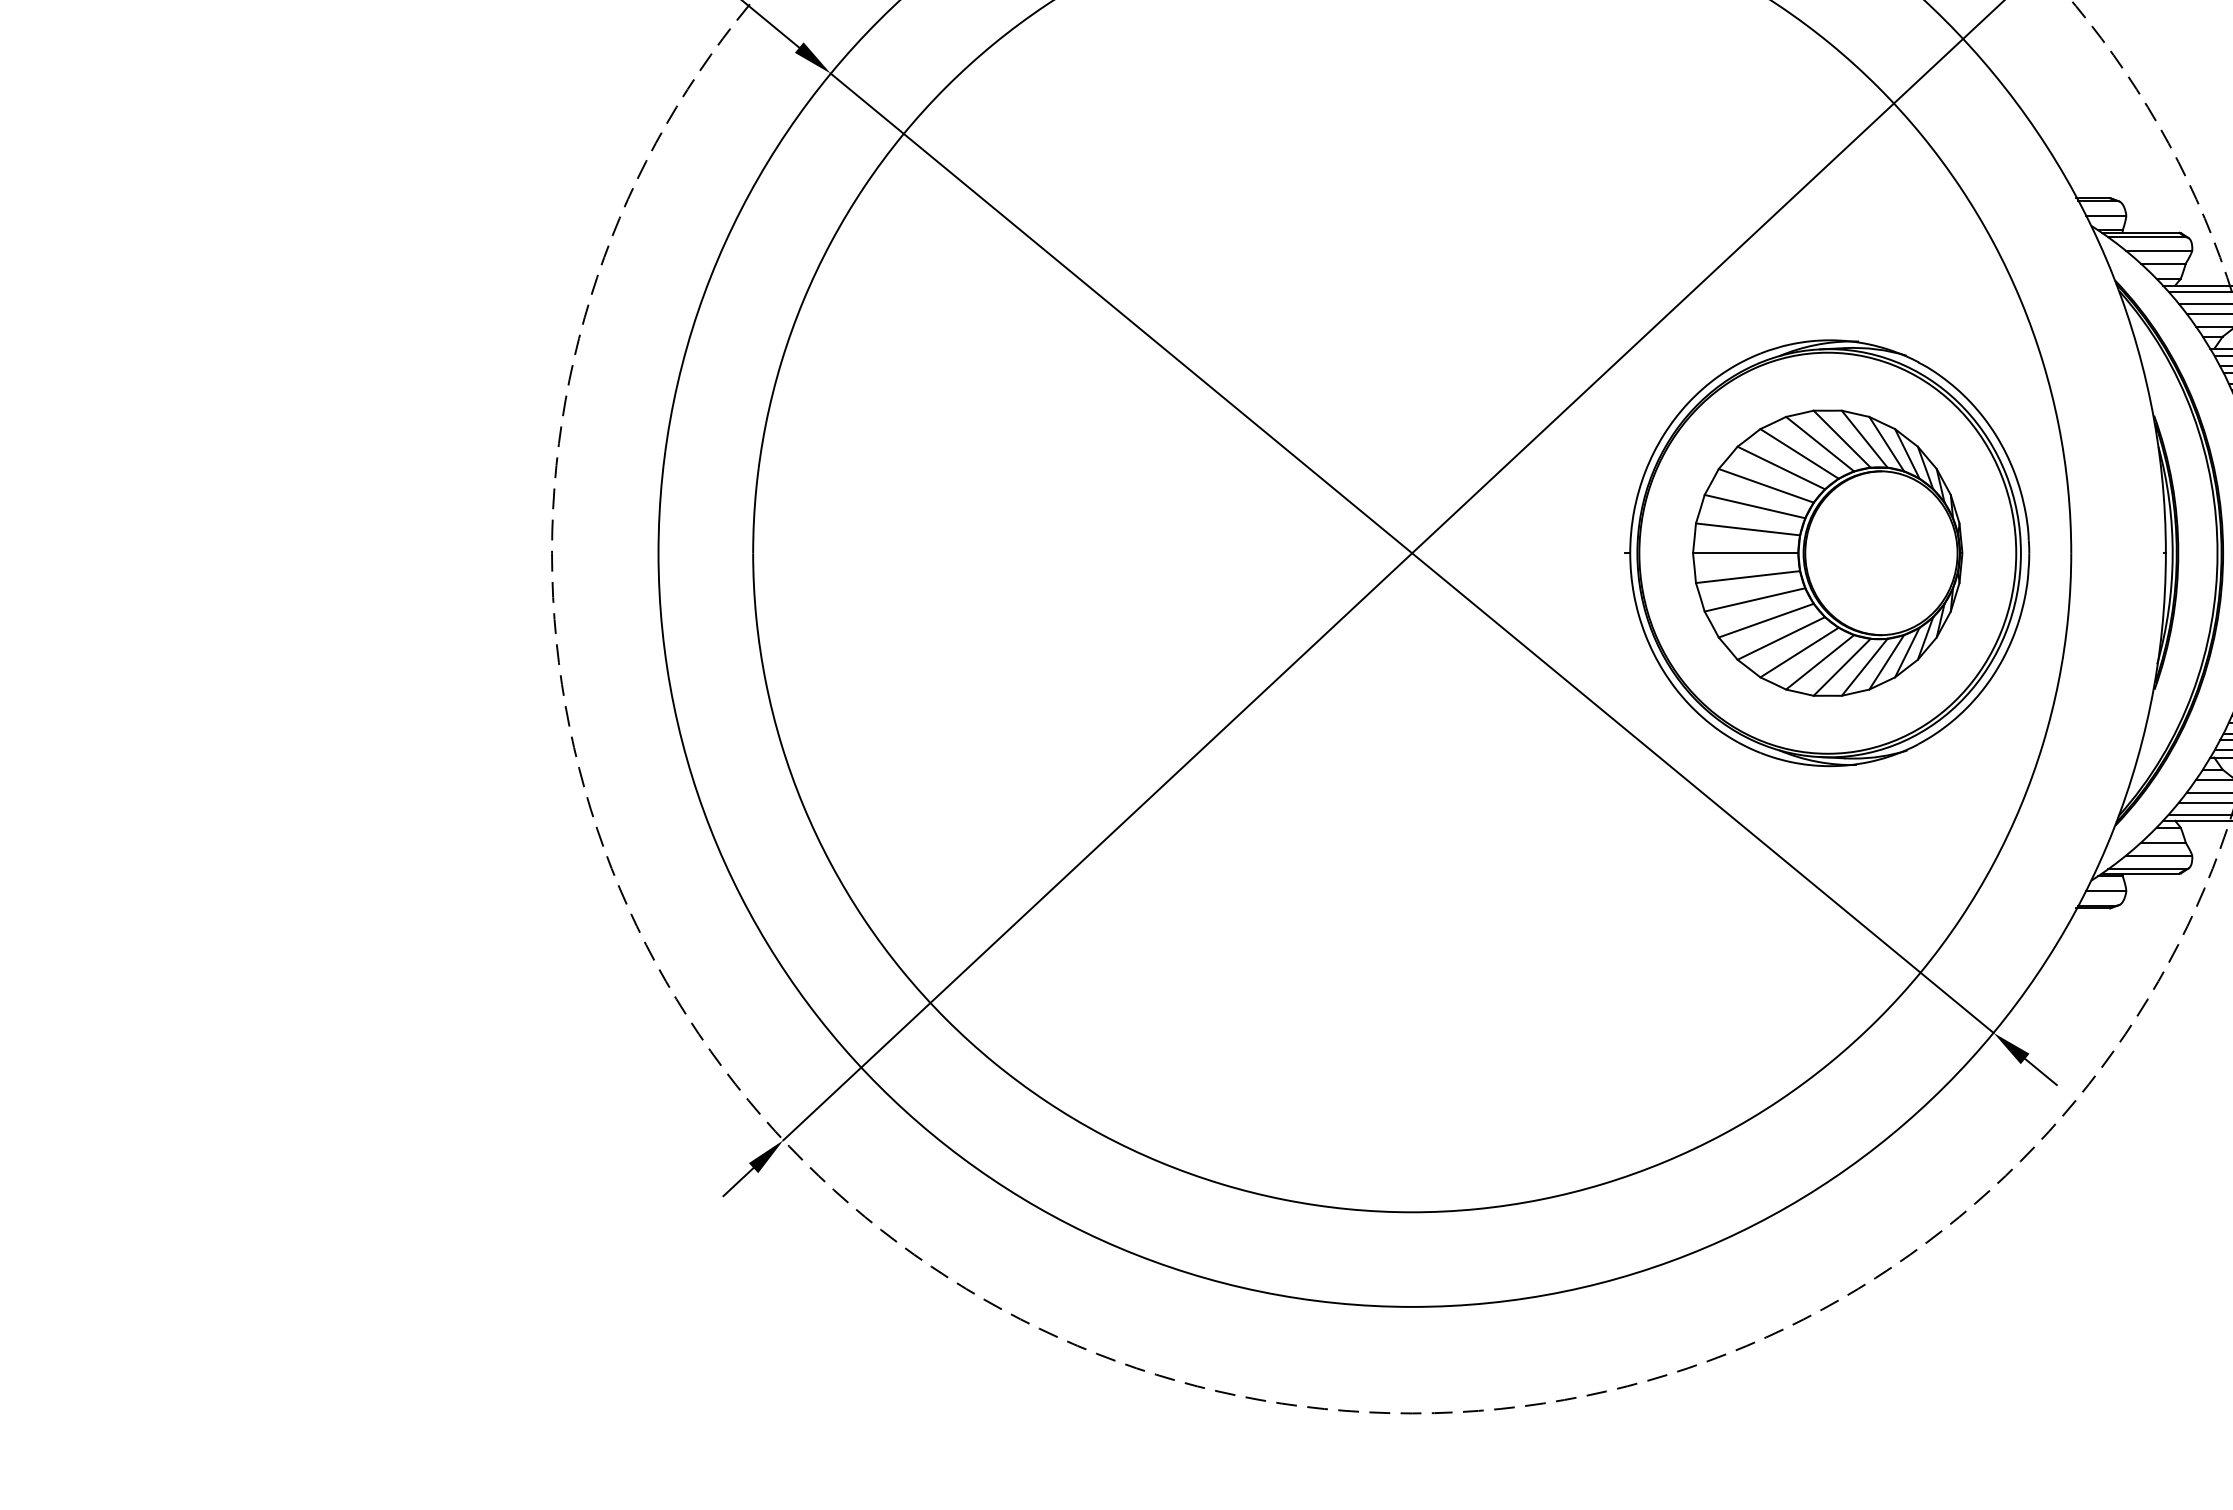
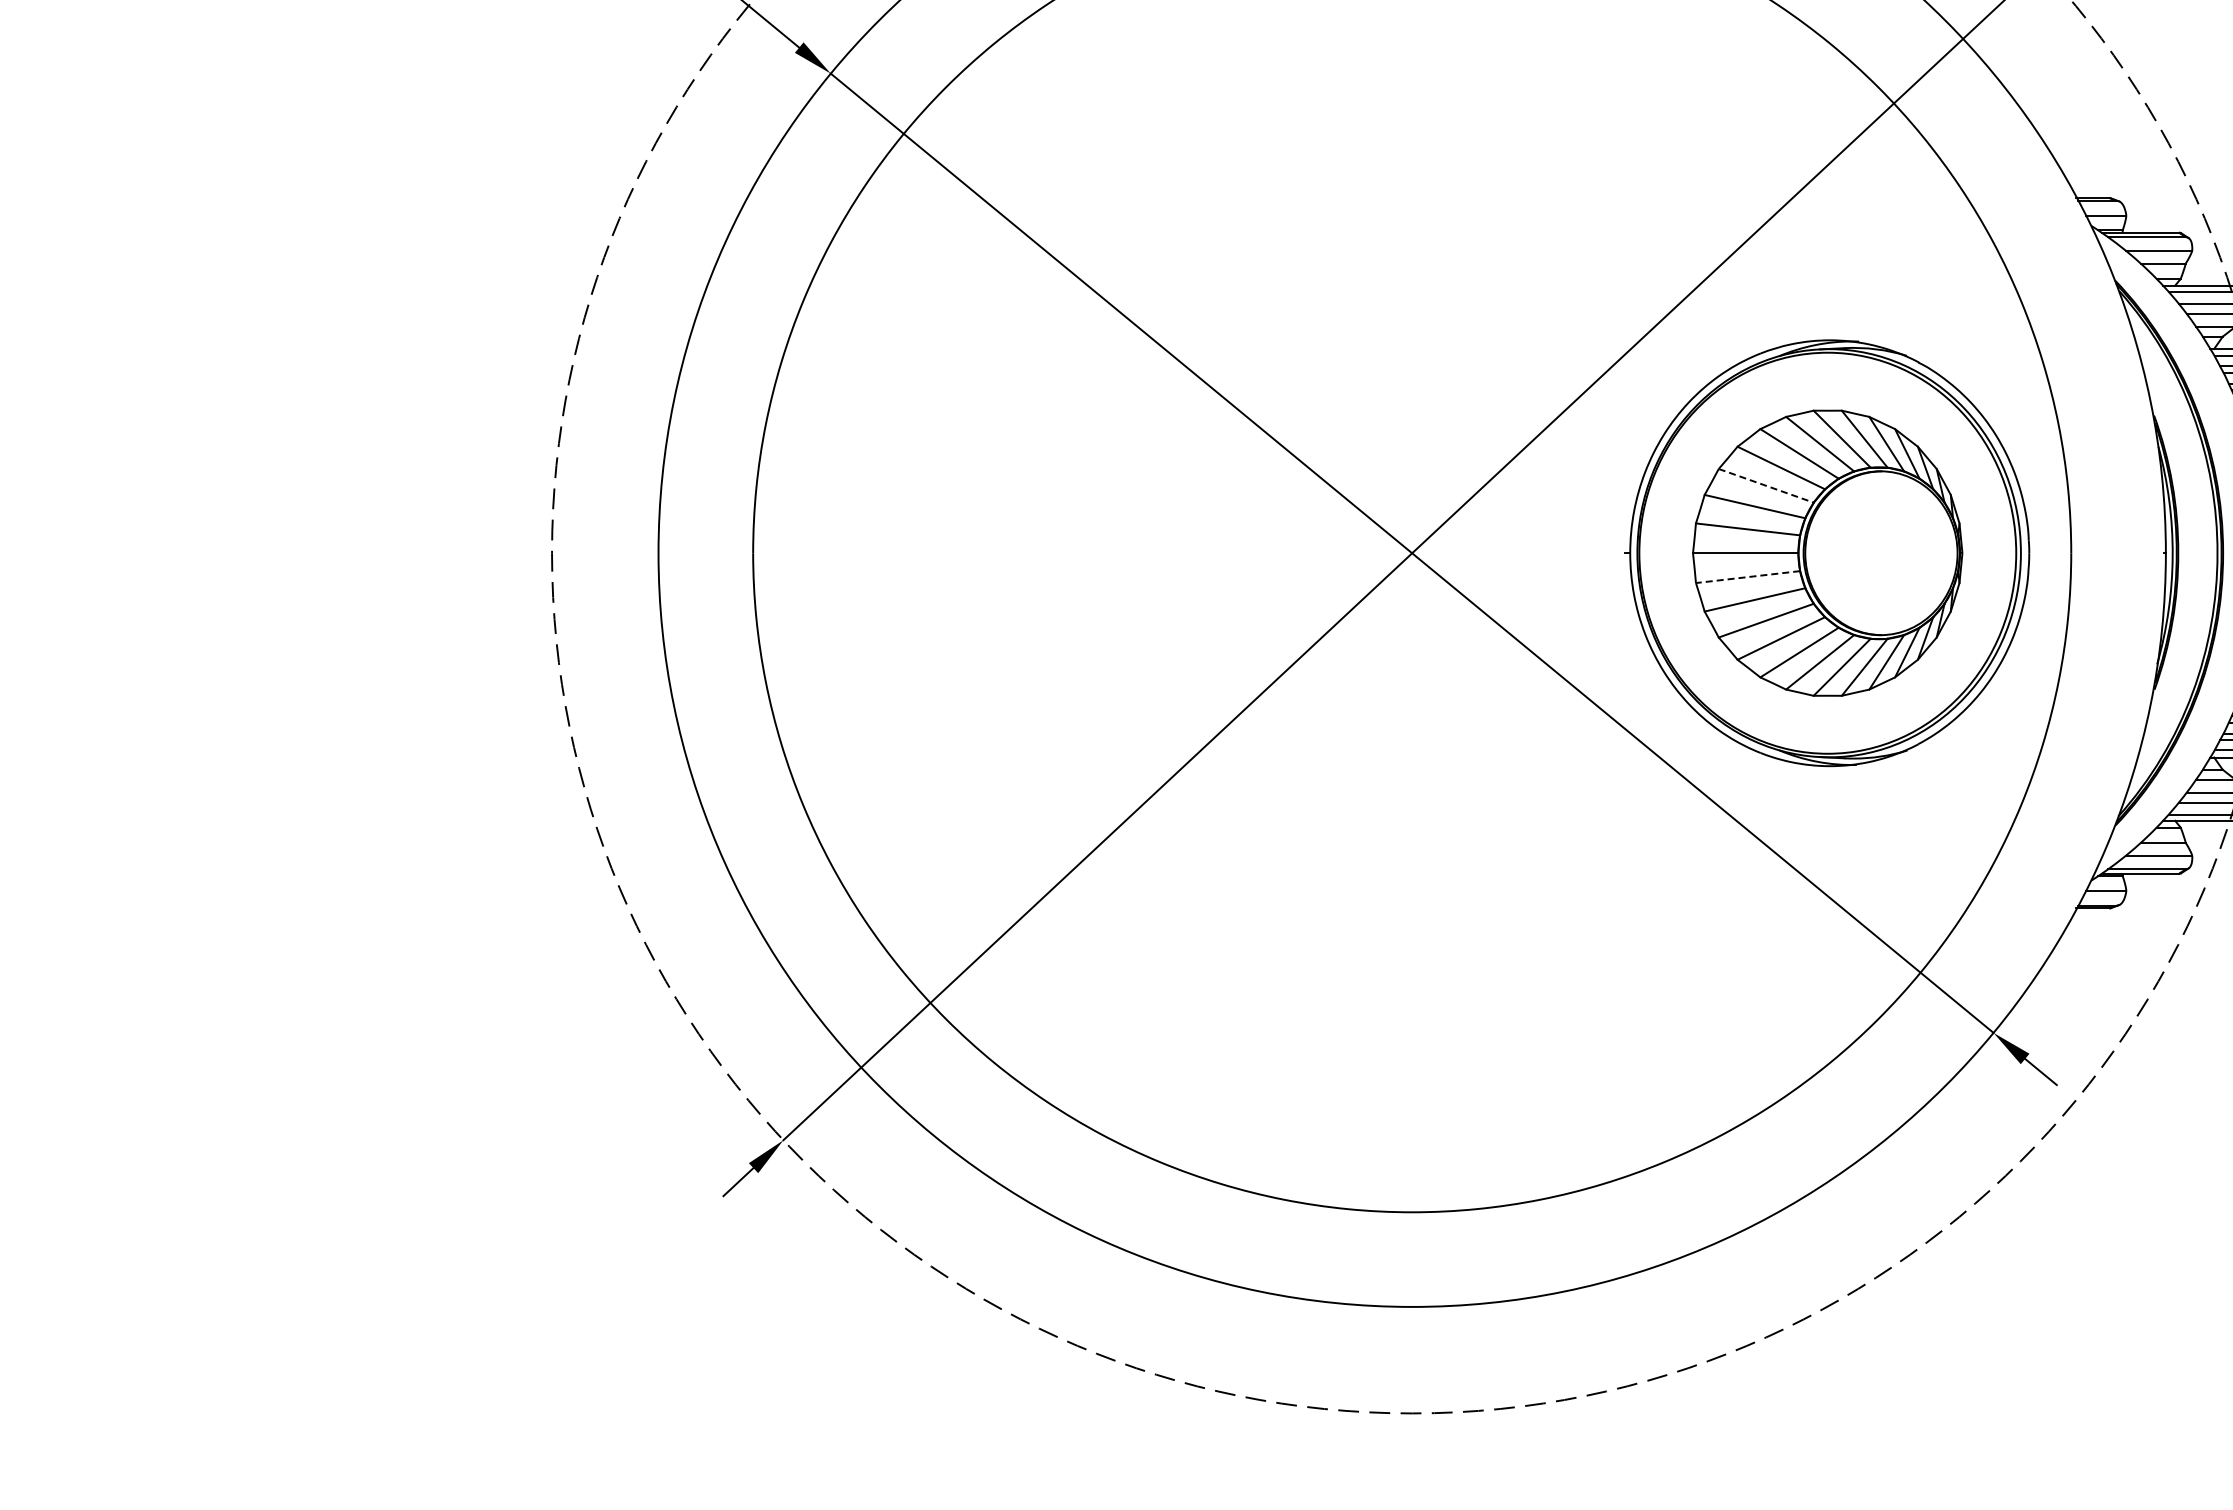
line at (1766, 486): solid -> dashed
line at (1747, 577): solid -> dashed
